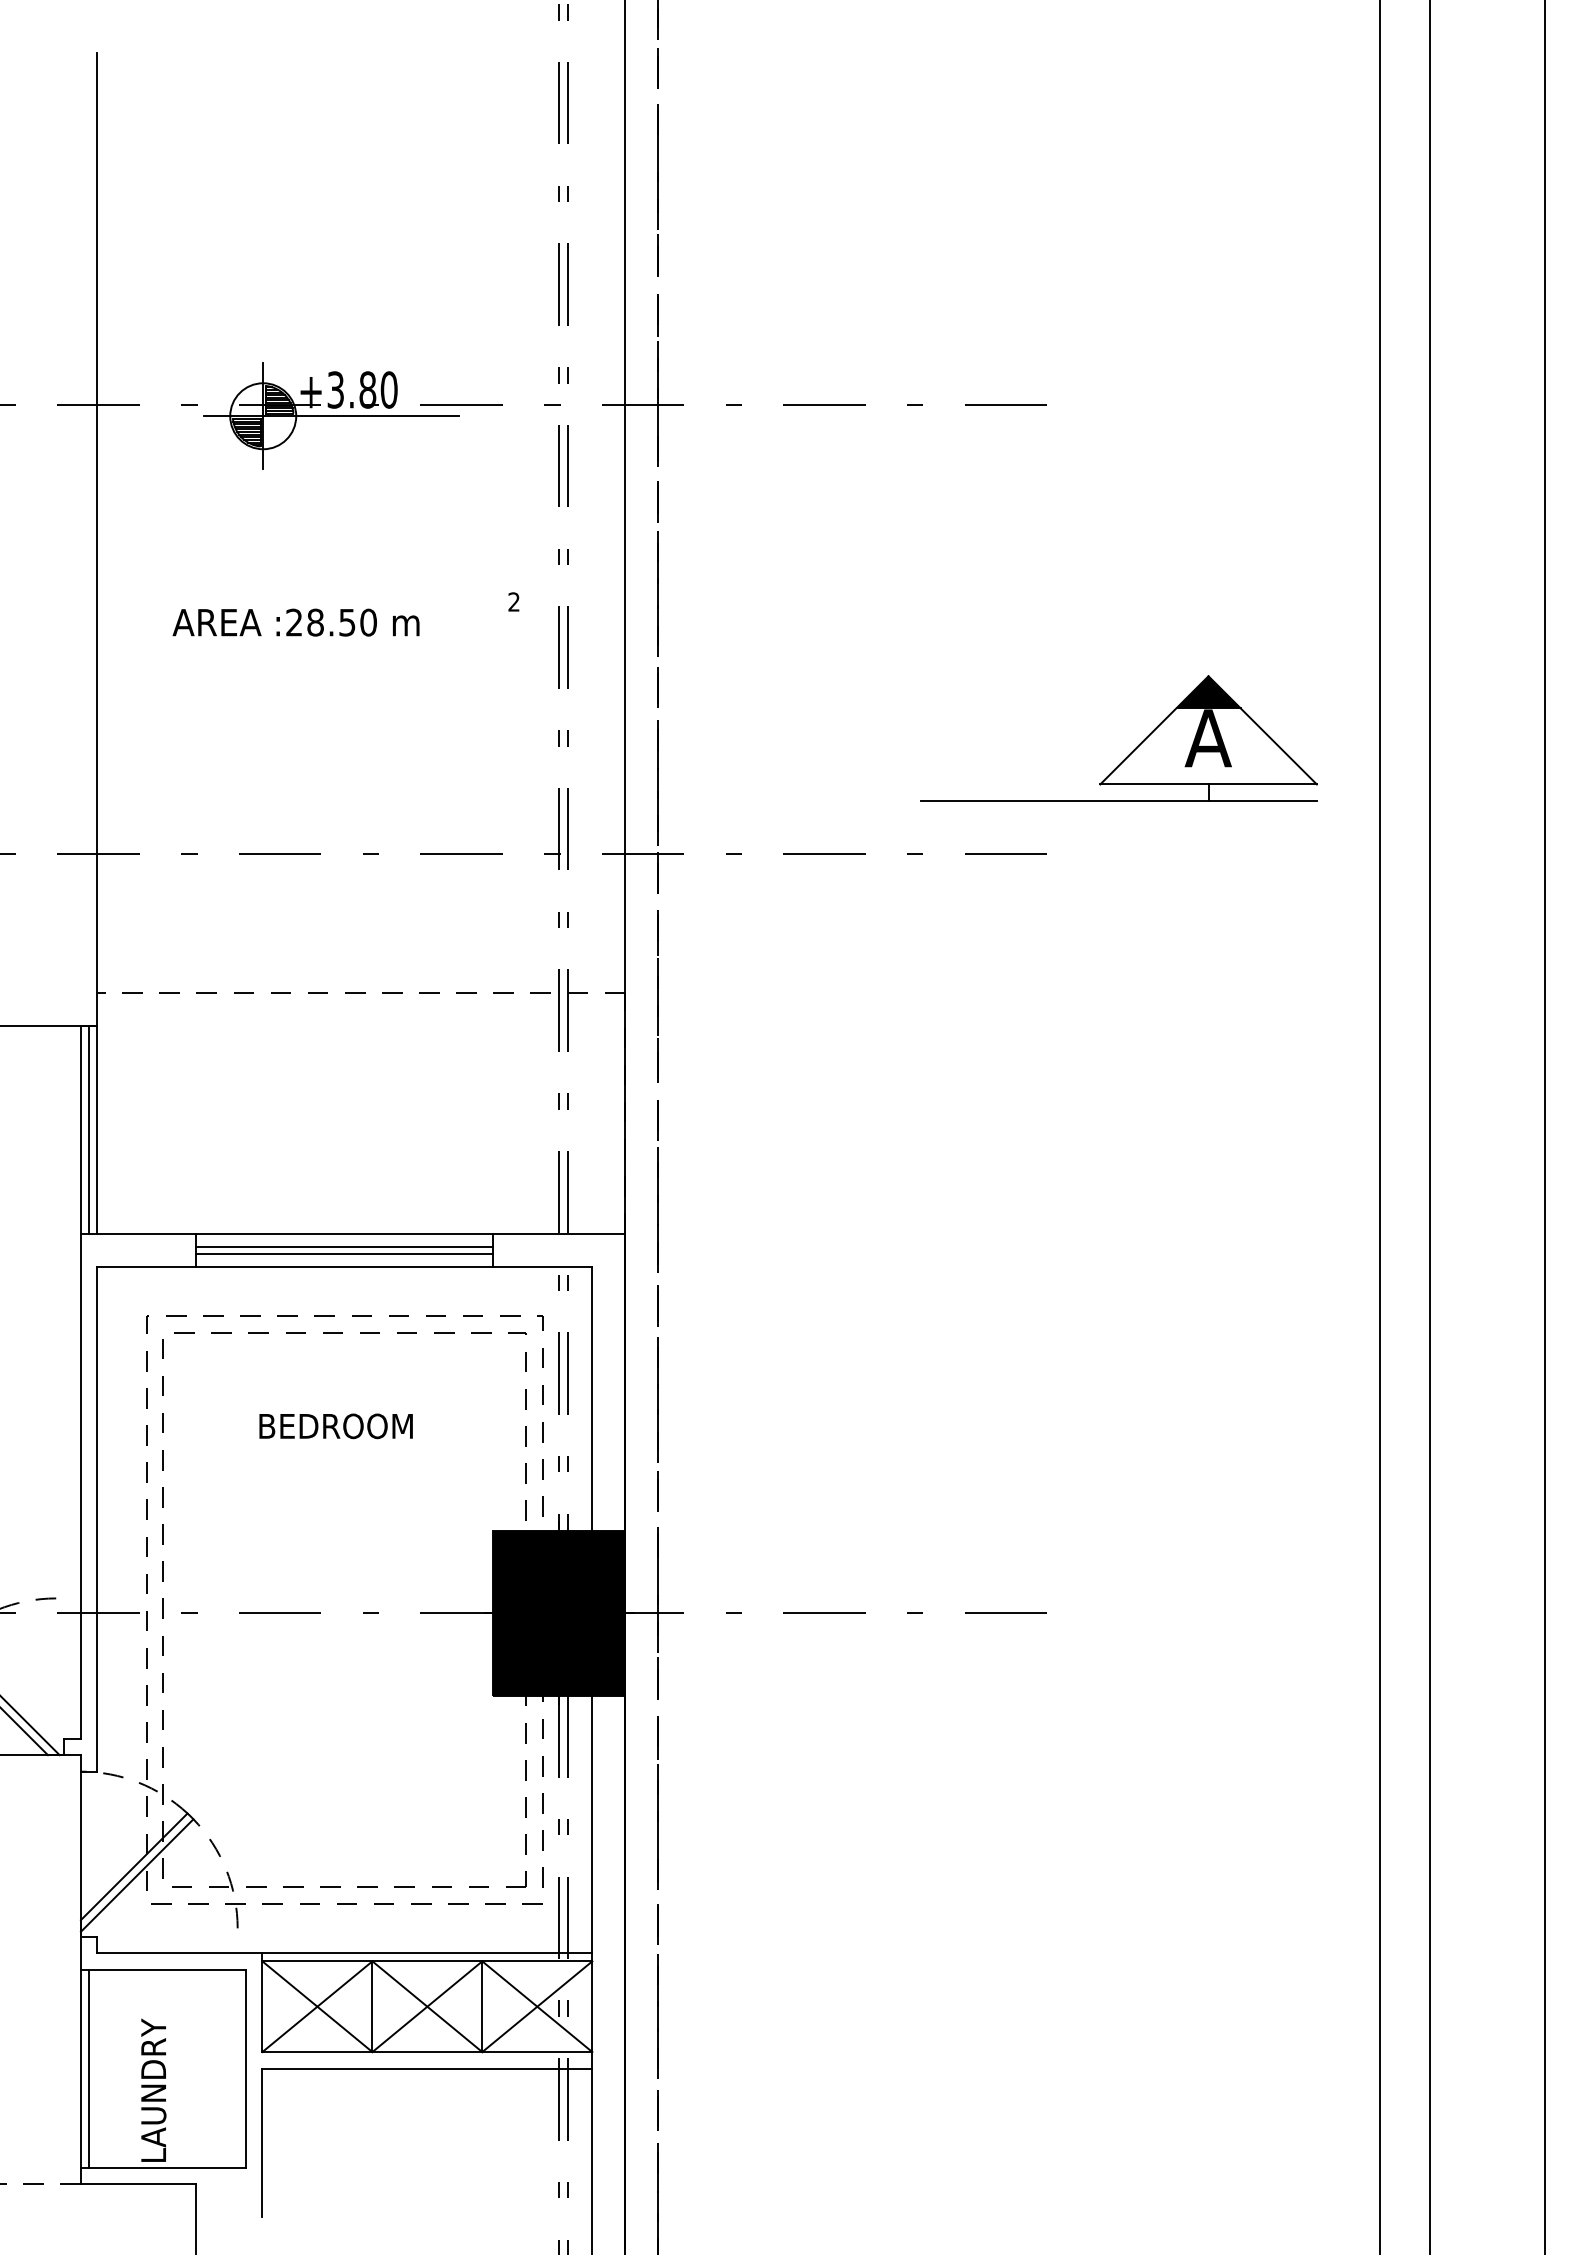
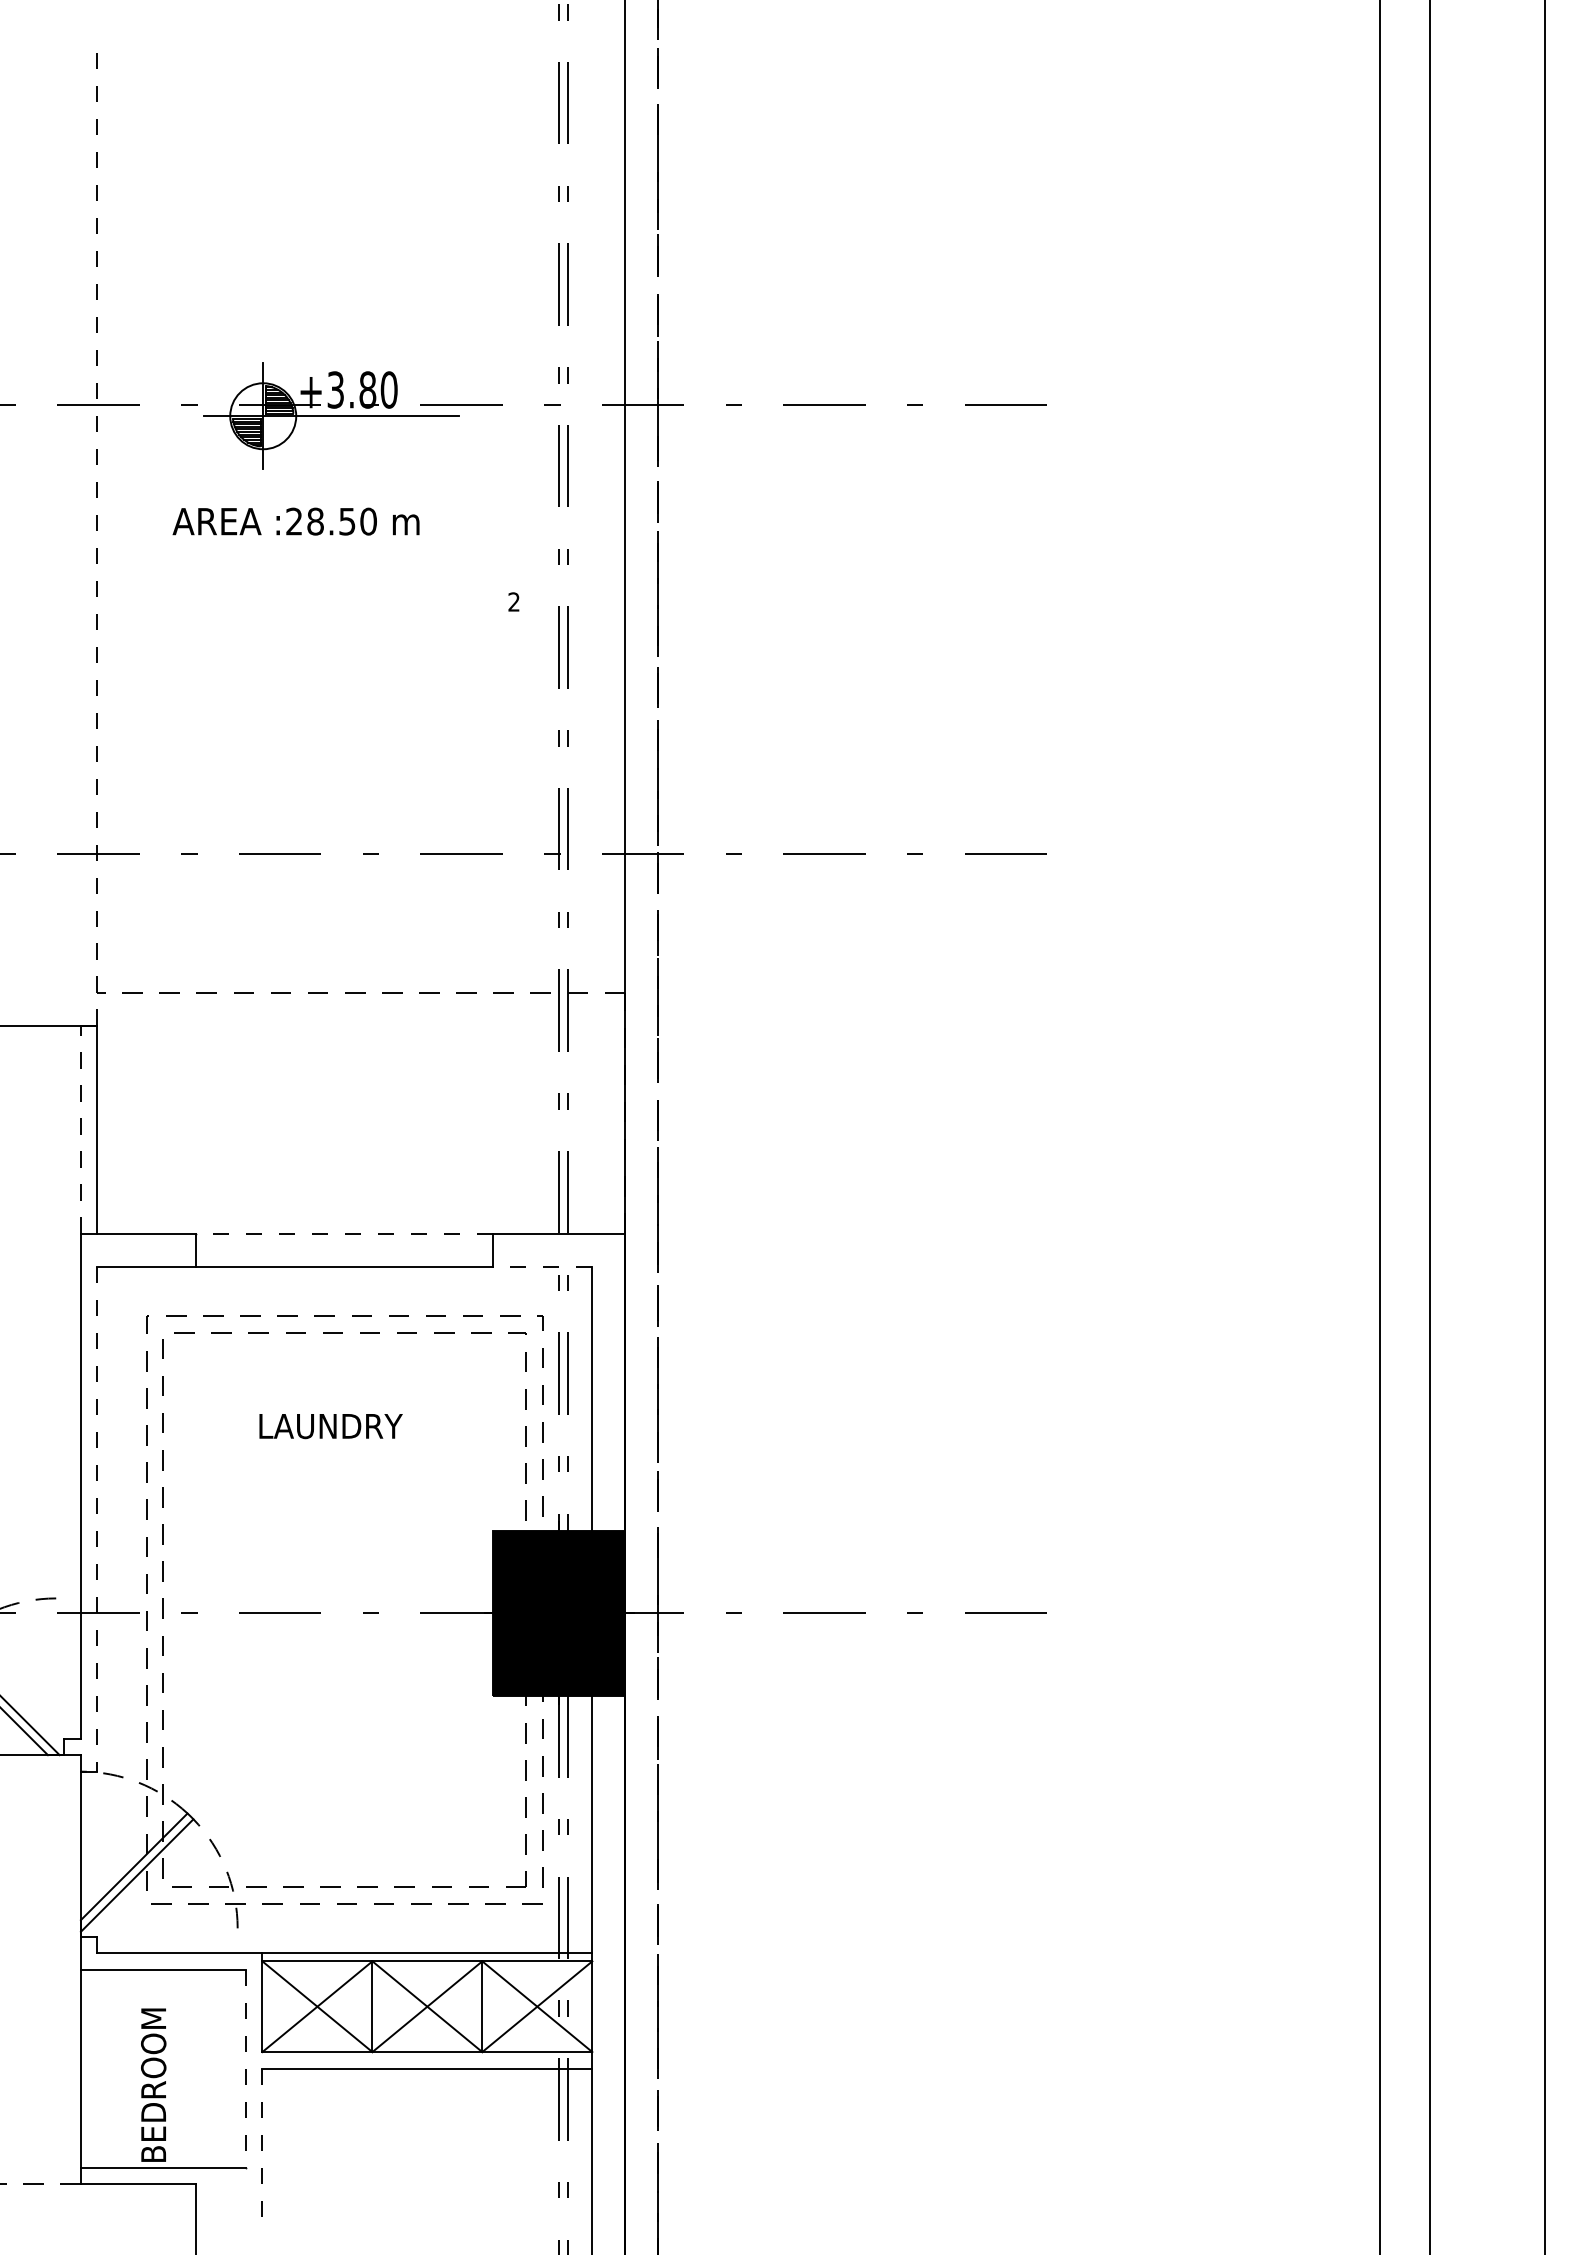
line at (97, 539): solid -> dashed
text at (295, 622) position: (295, 622) -> (295, 521)
part at (1131, 751): present -> none
line at (80, 1129): solid -> dashed
line at (89, 1129): present -> none
line at (344, 1233): solid -> dashed
line at (344, 1247): present -> none
line at (344, 1253): present -> none
line at (542, 1266): solid -> dashed
text at (337, 1426): BEDROOM -> LAUNDRY
line at (97, 1519): solid -> dashed
line at (89, 2068): present -> none
line at (245, 2068): solid -> dashed
text at (153, 2083): LAUNDRY -> BEDROOM
line at (262, 2142): solid -> dashed
